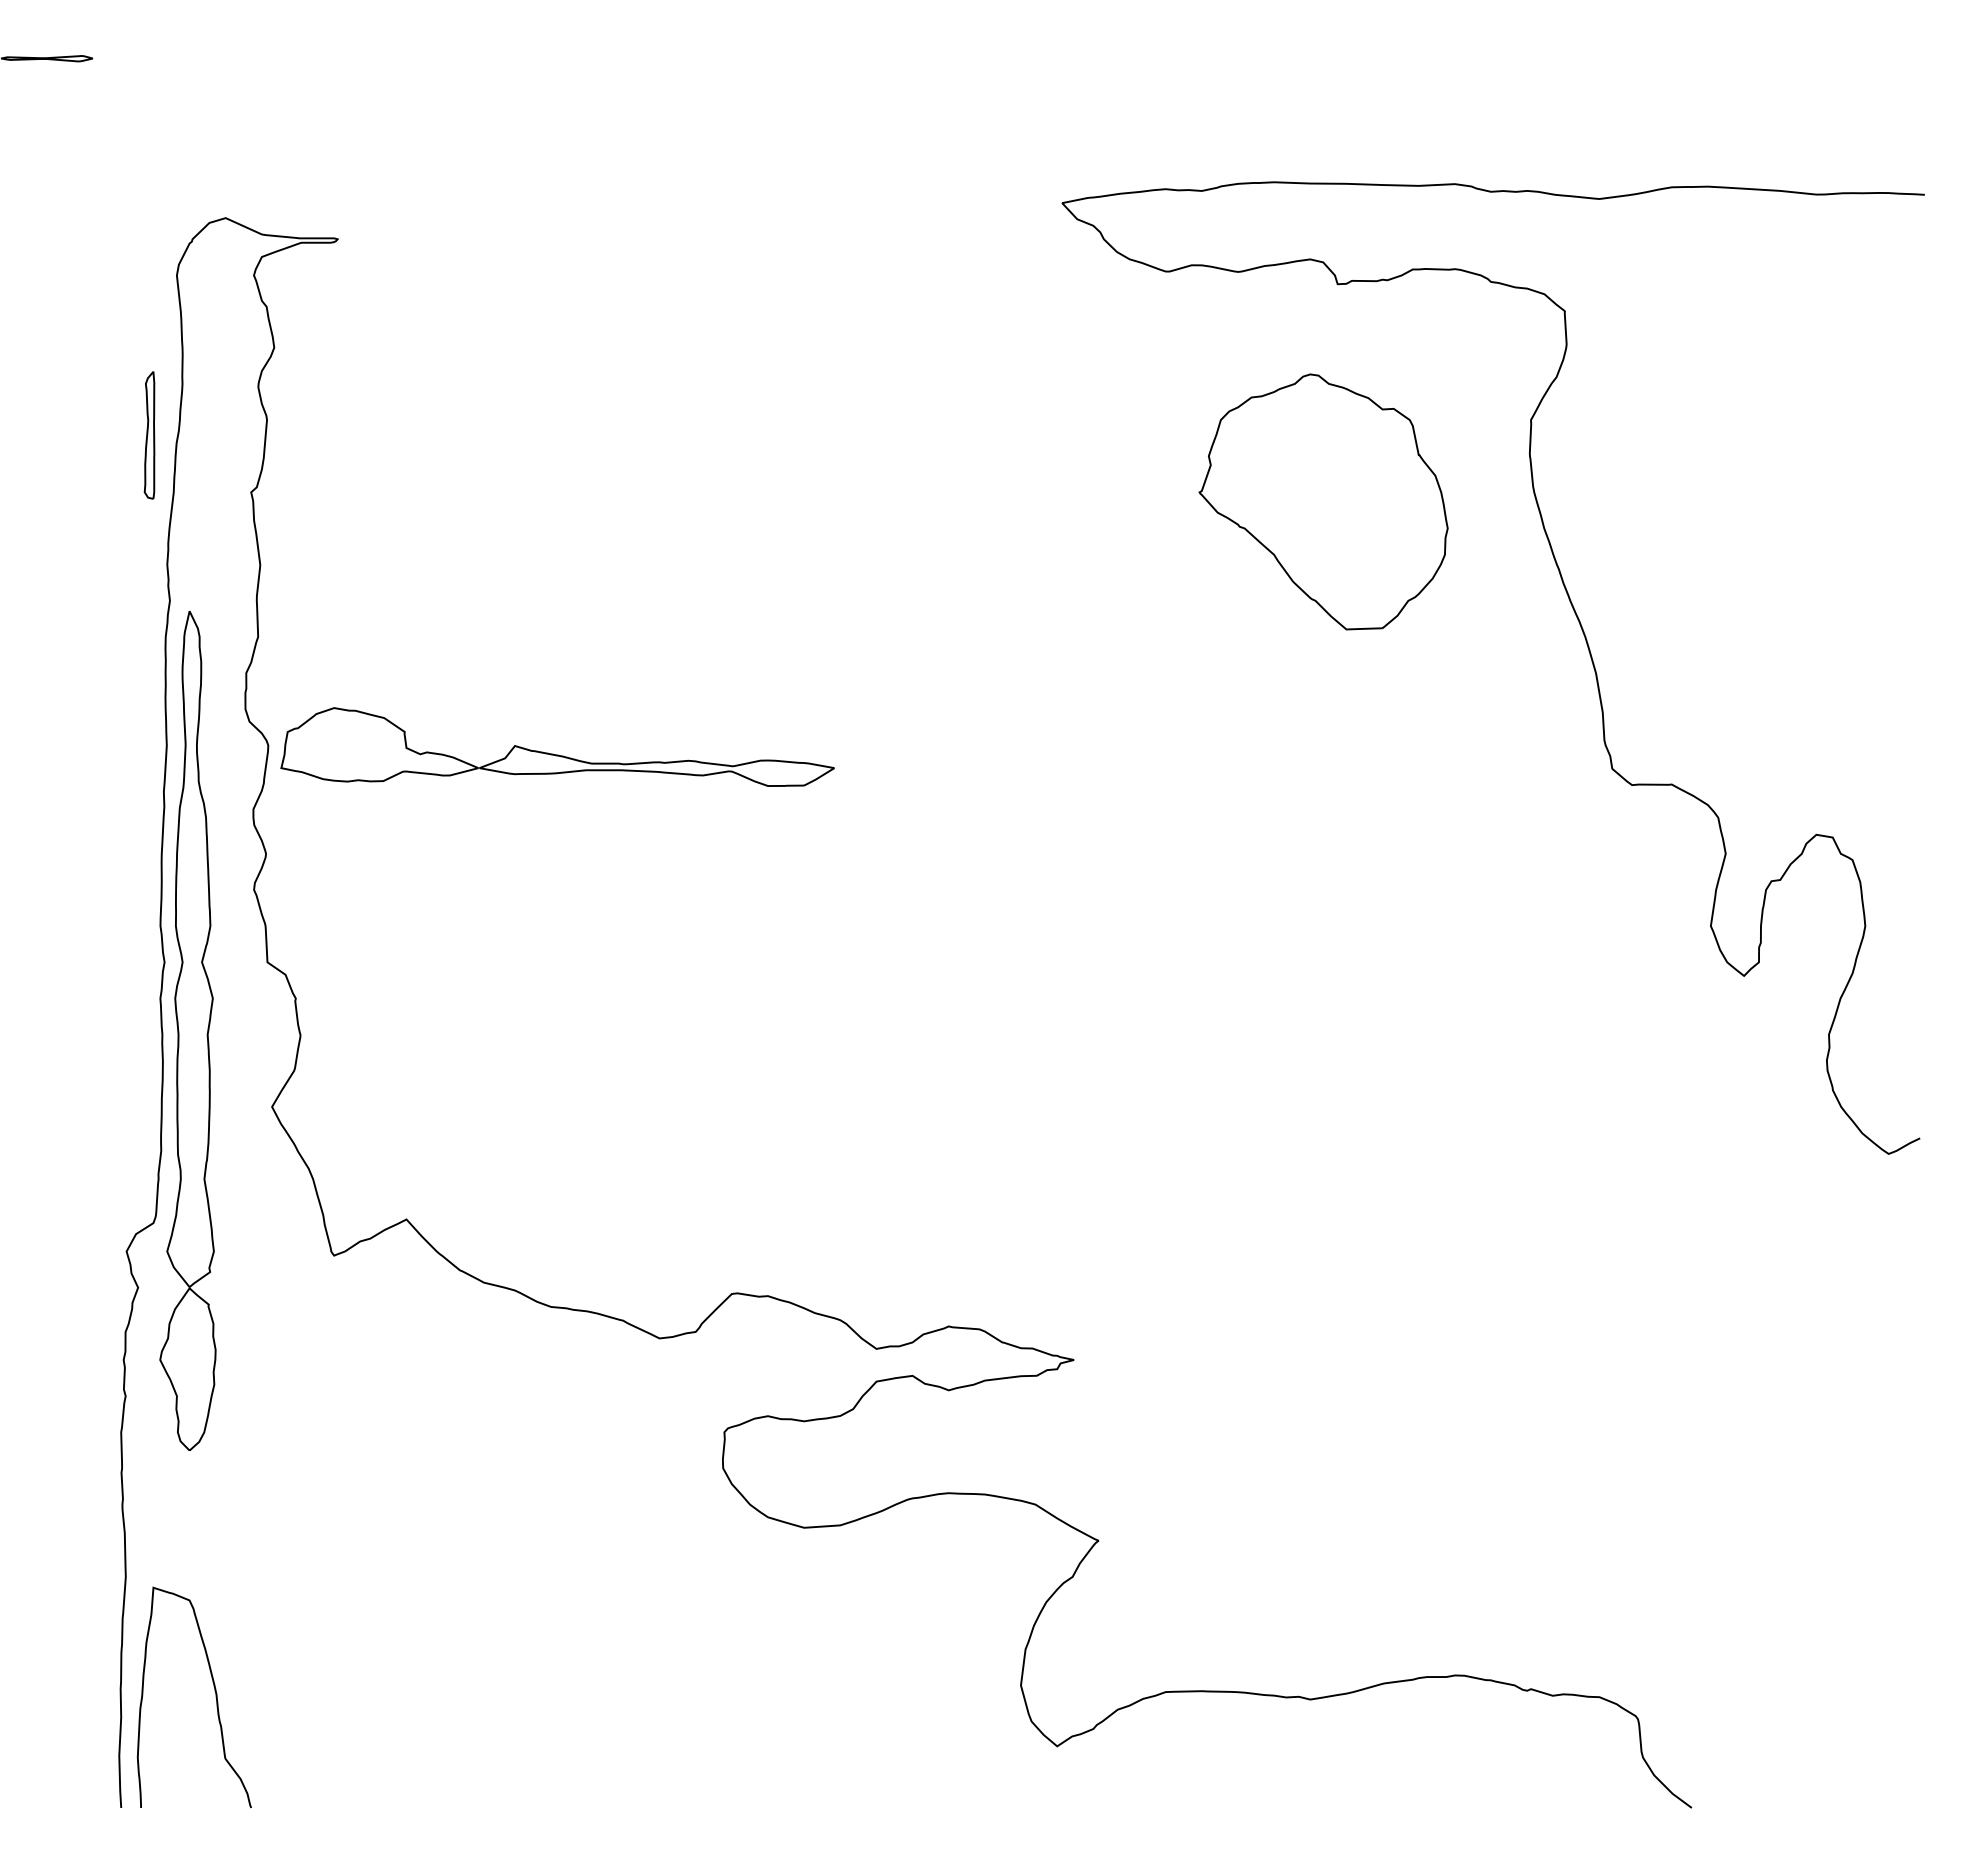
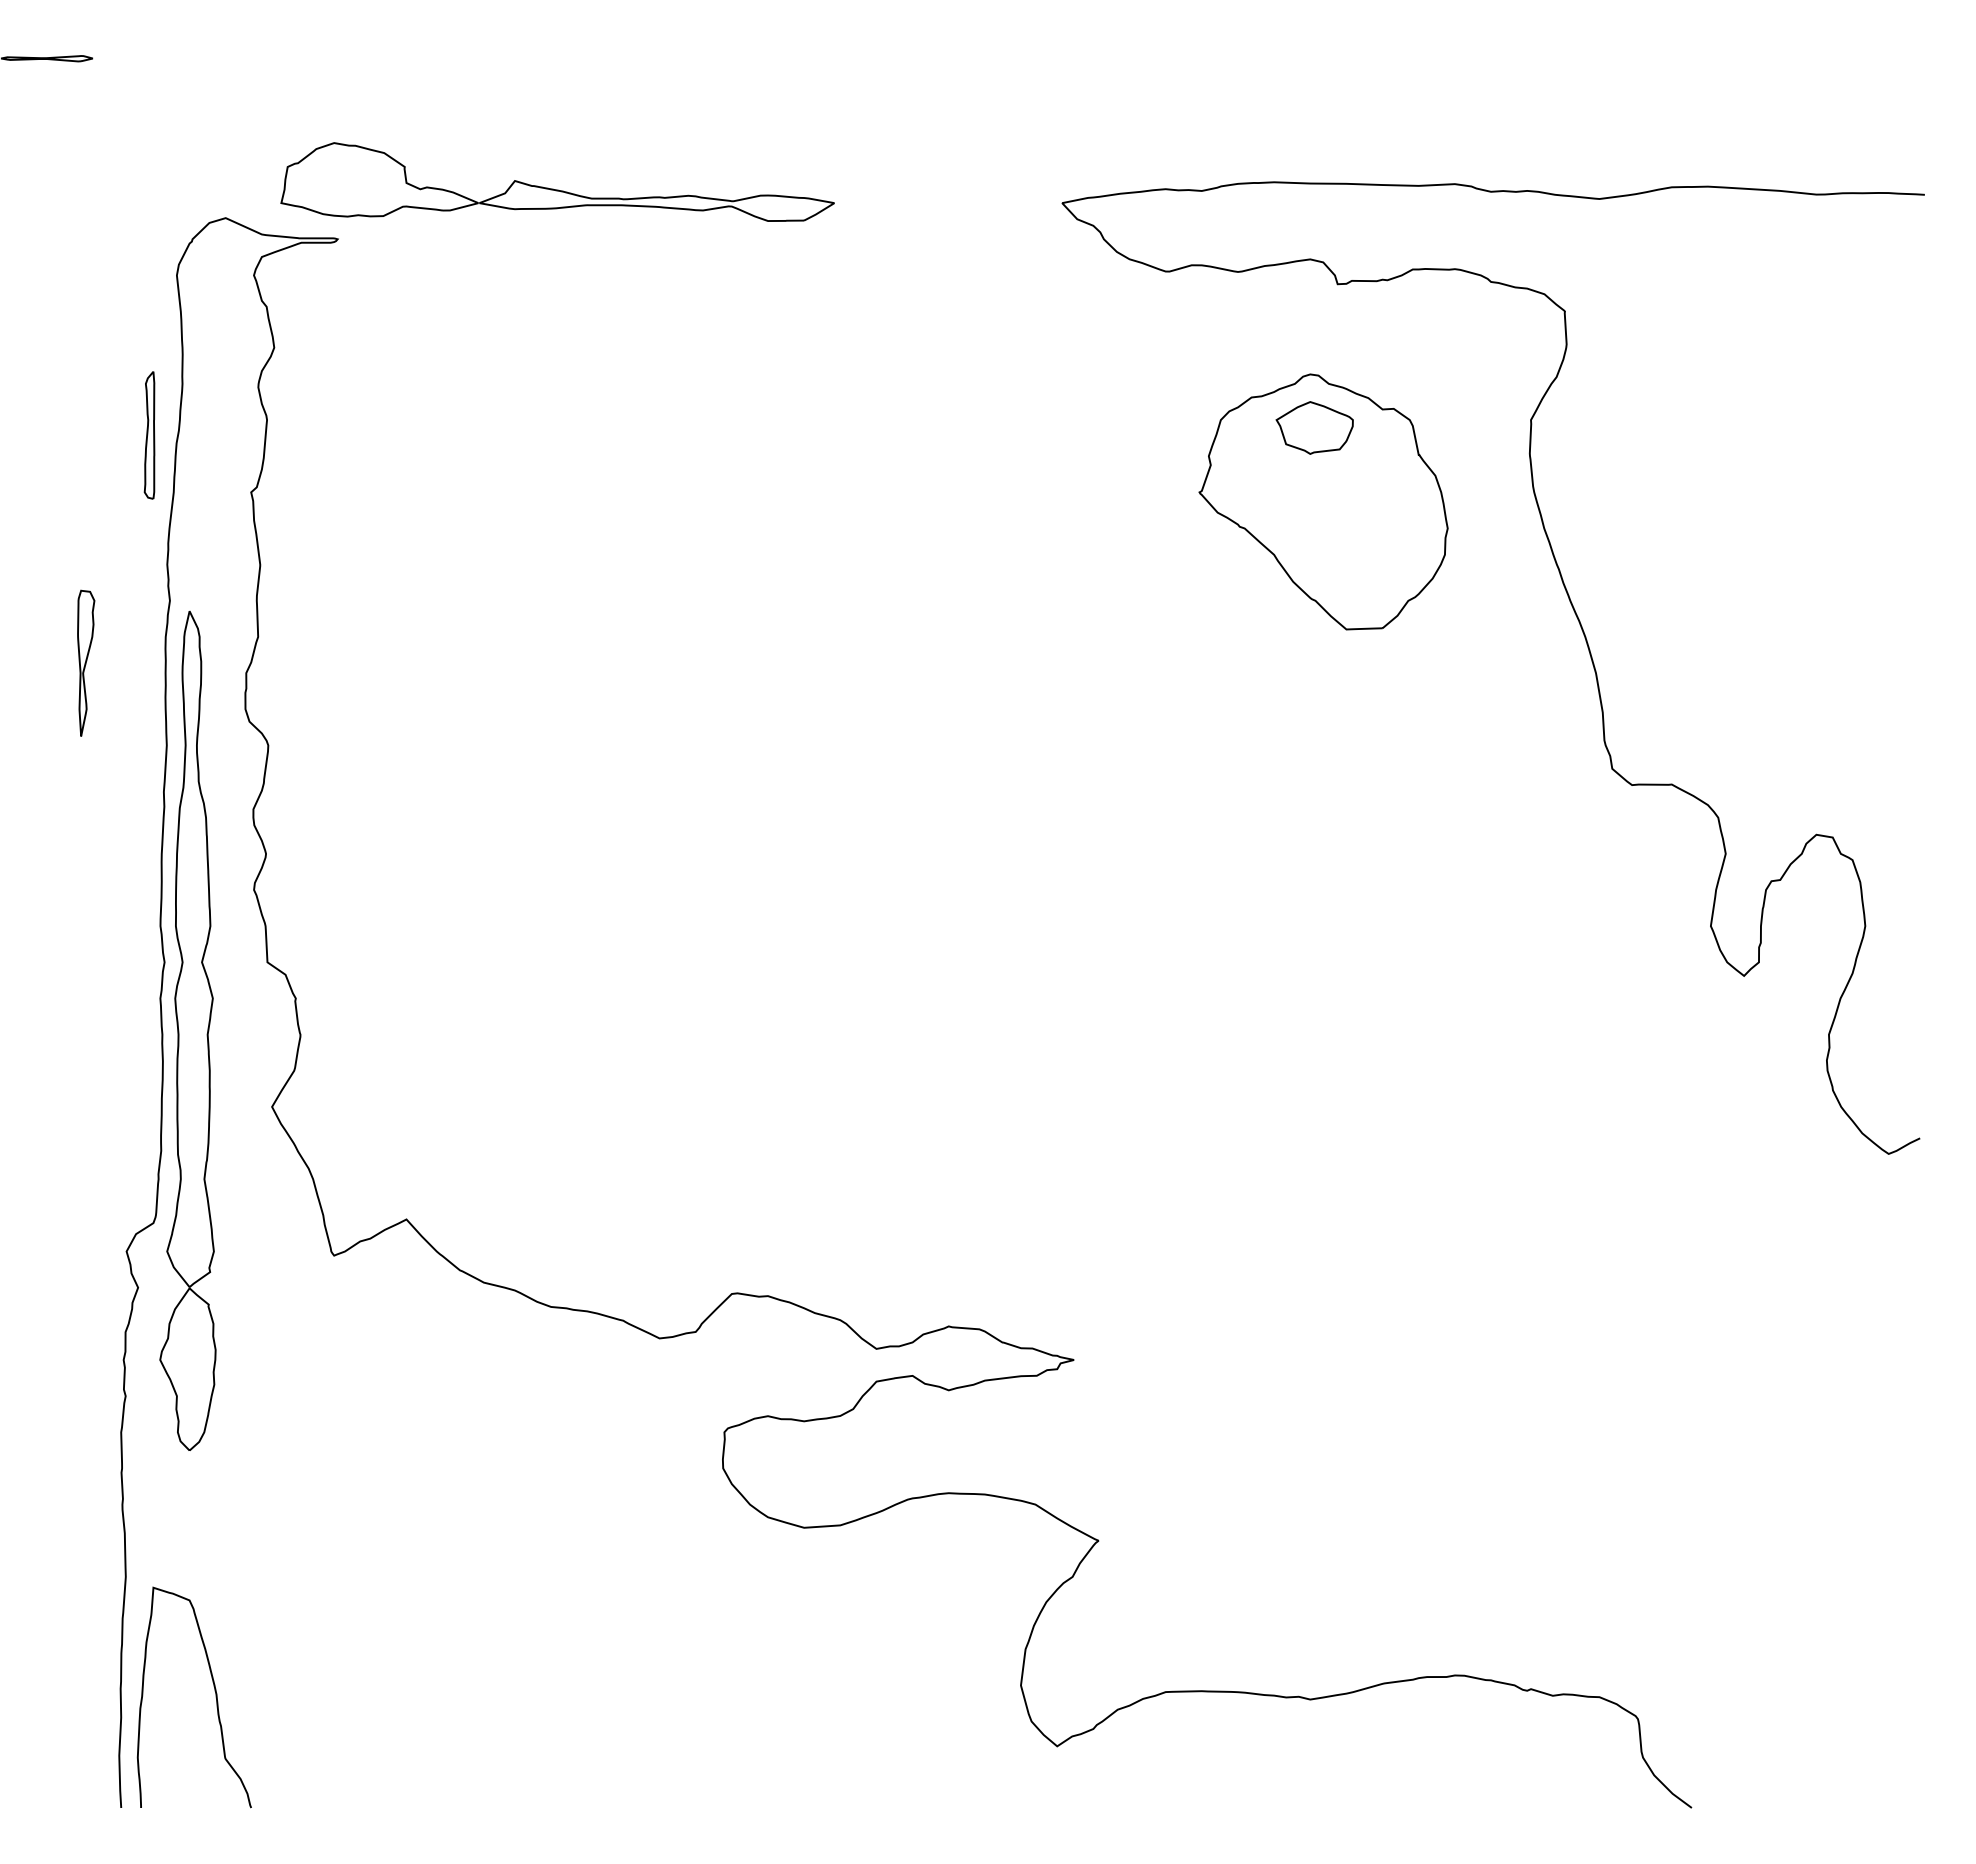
part at (1314, 427): none -> present
part at (86, 662): none -> present
part at (557, 754) position: (557, 754) -> (557, 189)
